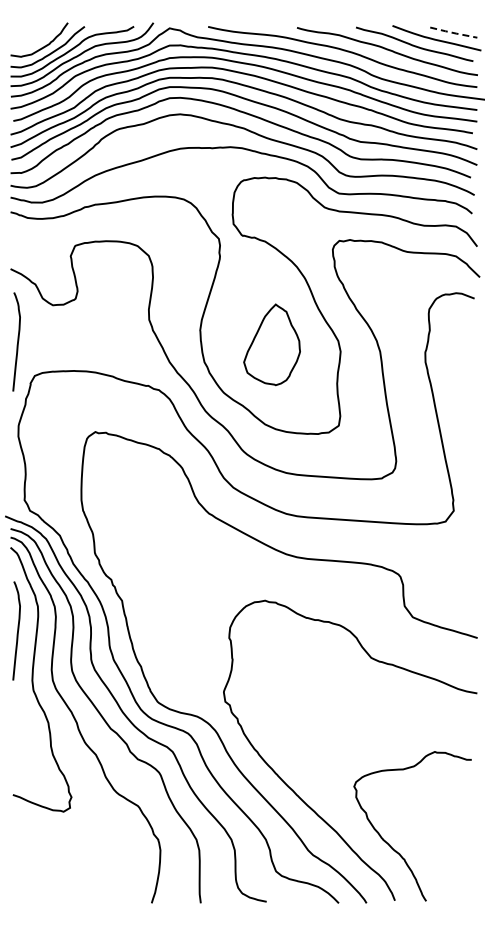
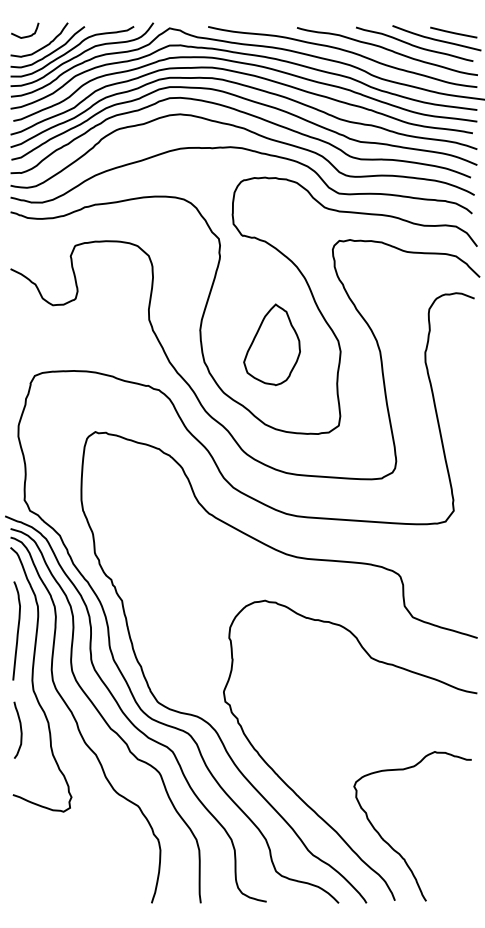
line at (454, 33): dashed -> solid
curve at (27, 35): none -> present
curve at (17, 341): present -> none
curve at (20, 729): none -> present
